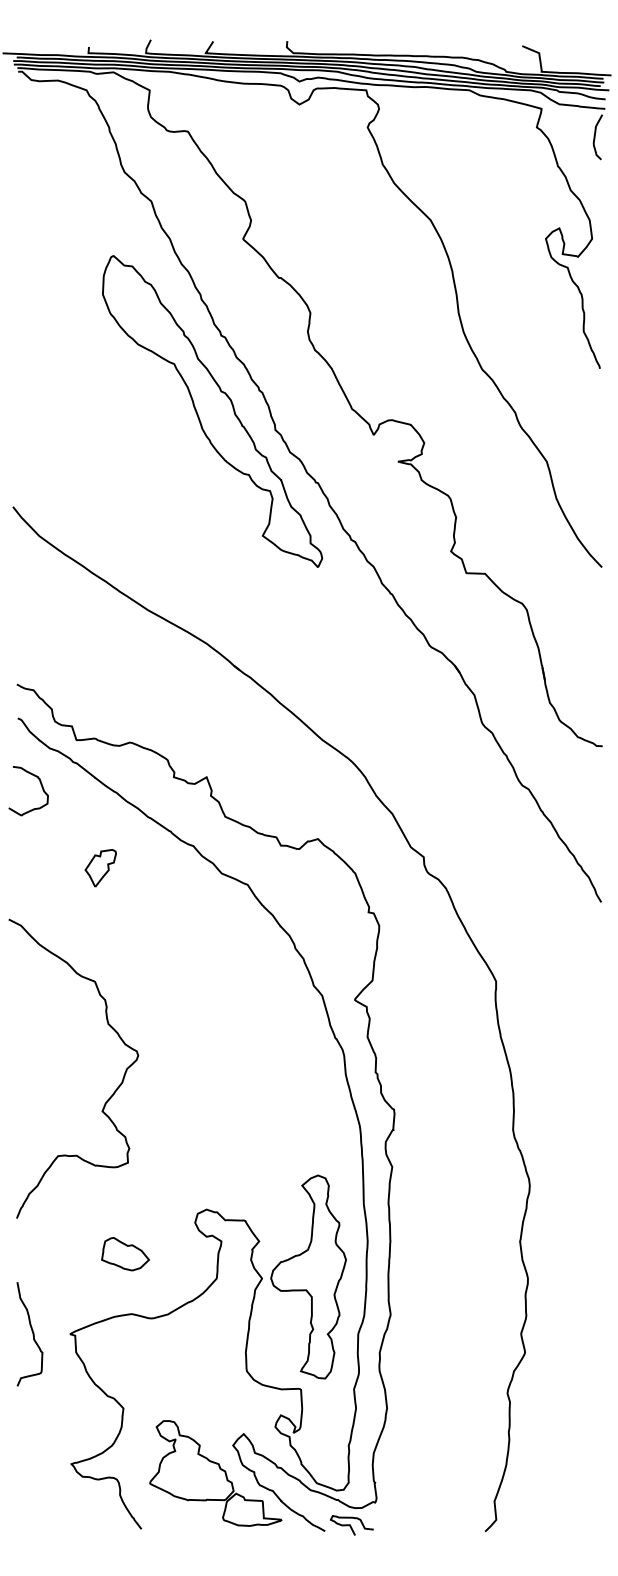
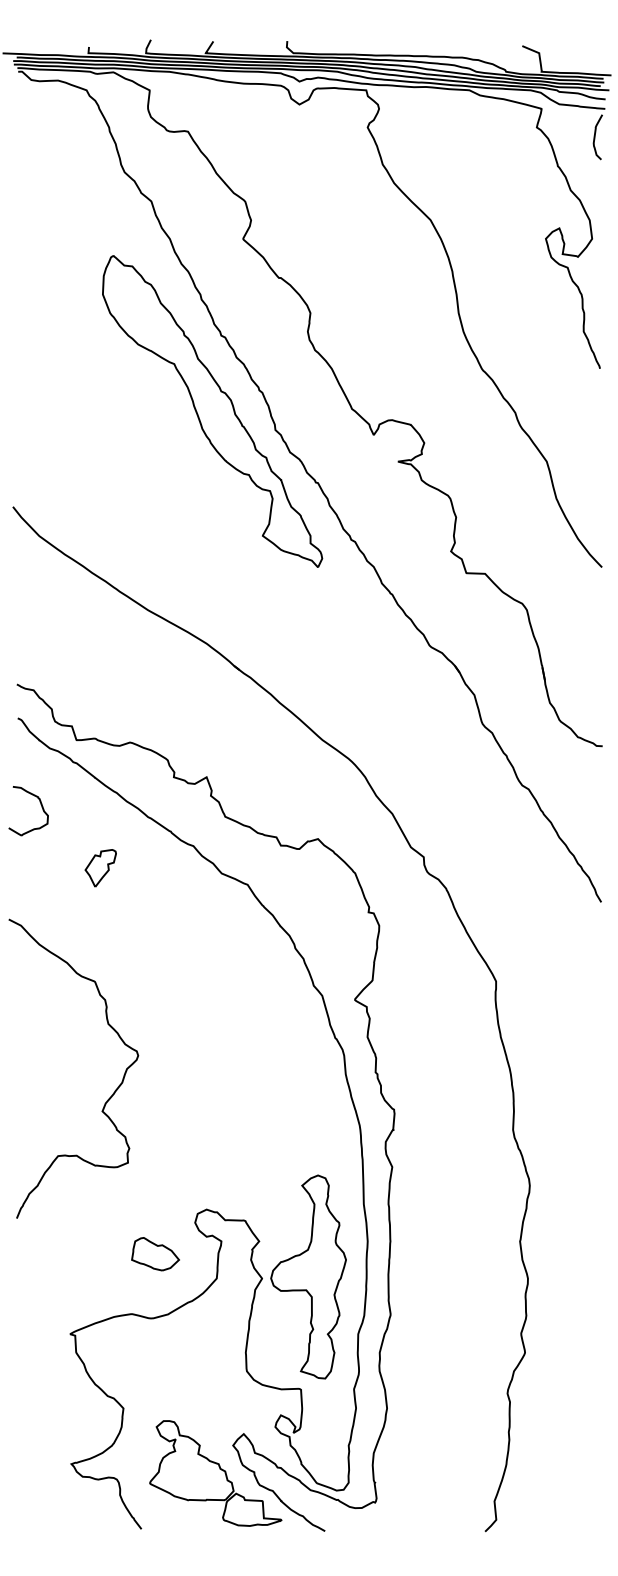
curve at (41, 787) position: (41, 787) -> (41, 807)
part at (125, 1254) position: (125, 1254) -> (155, 1254)
curve at (32, 1334): present -> none
curve at (351, 1525): present -> none
